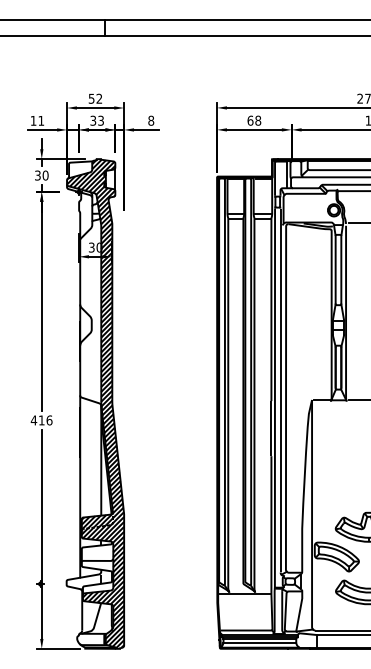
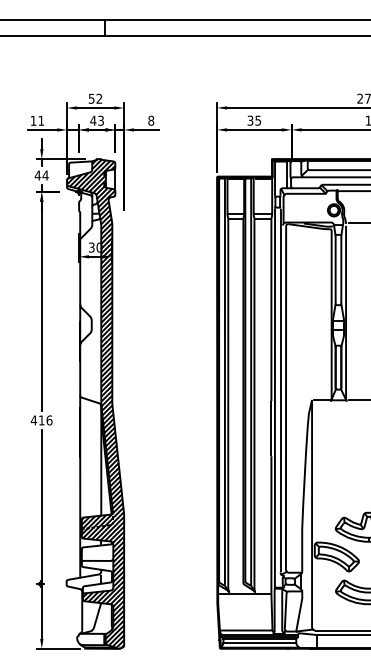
text at (93, 120): 33 -> 43
text at (254, 120): 68 -> 35
text at (41, 175): 30 -> 44
